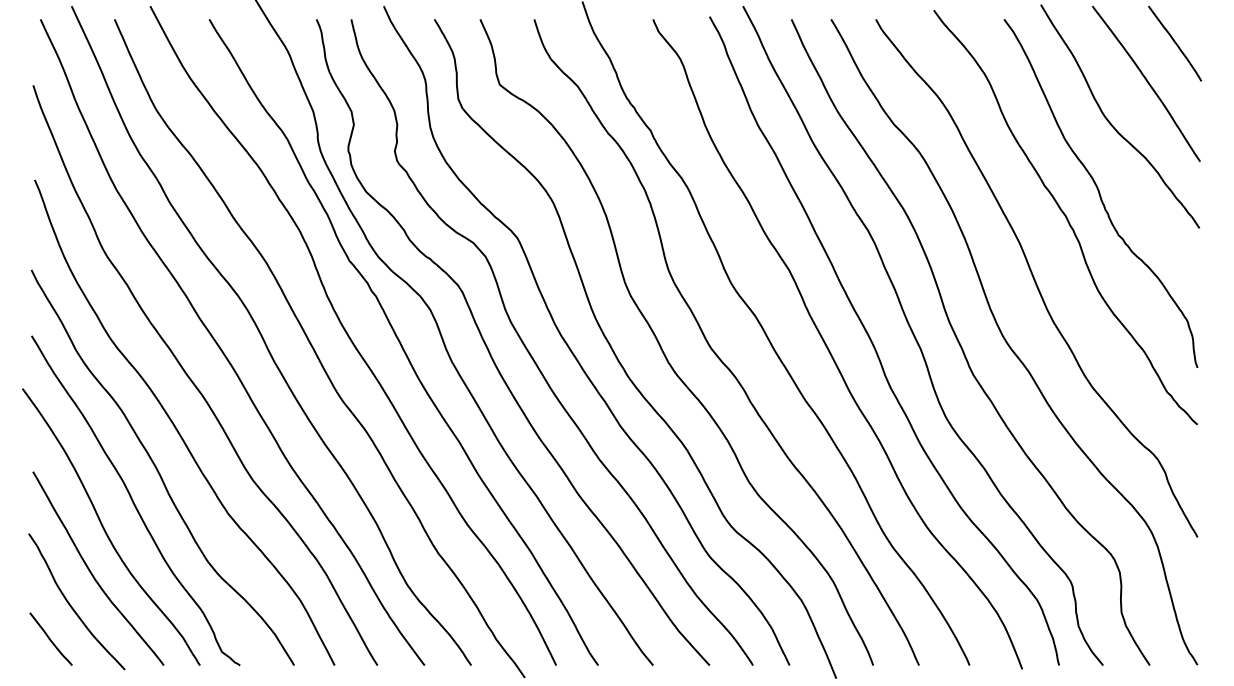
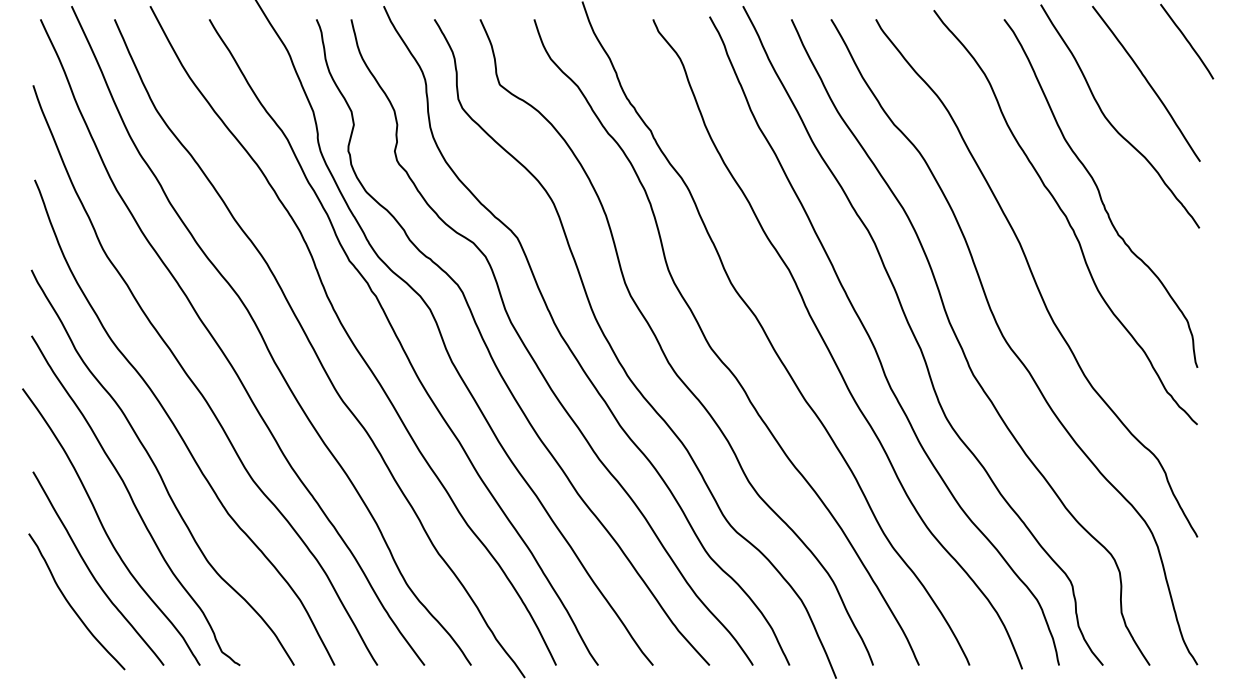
curve at (1175, 43) position: (1175, 43) -> (1187, 41)
curve at (50, 638): present -> none
